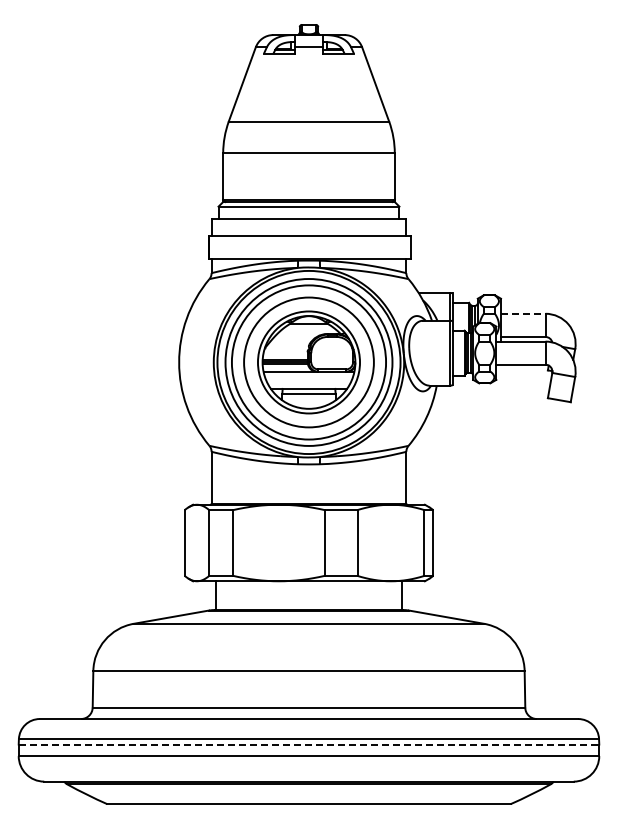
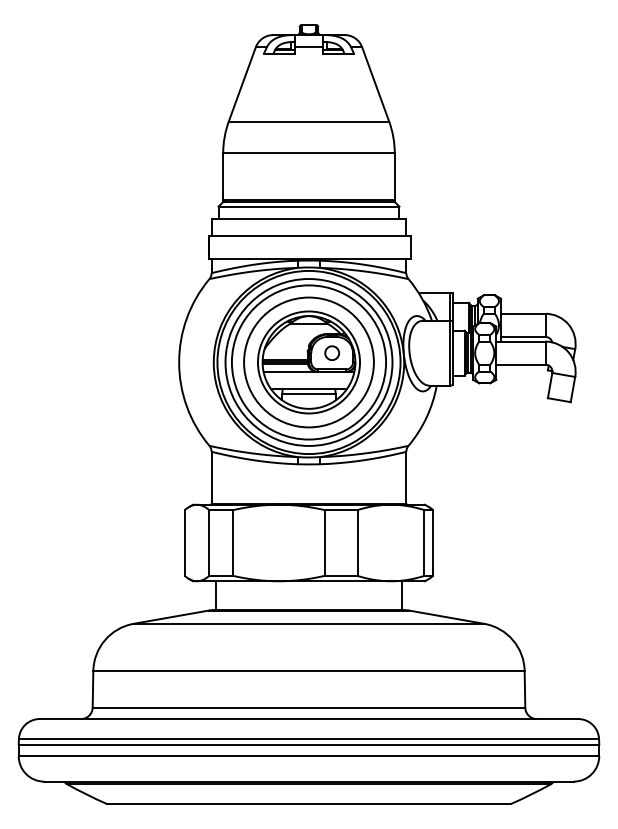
line at (523, 313): dashed -> solid
circle at (331, 352): none -> present
line at (309, 744): dashed -> solid
